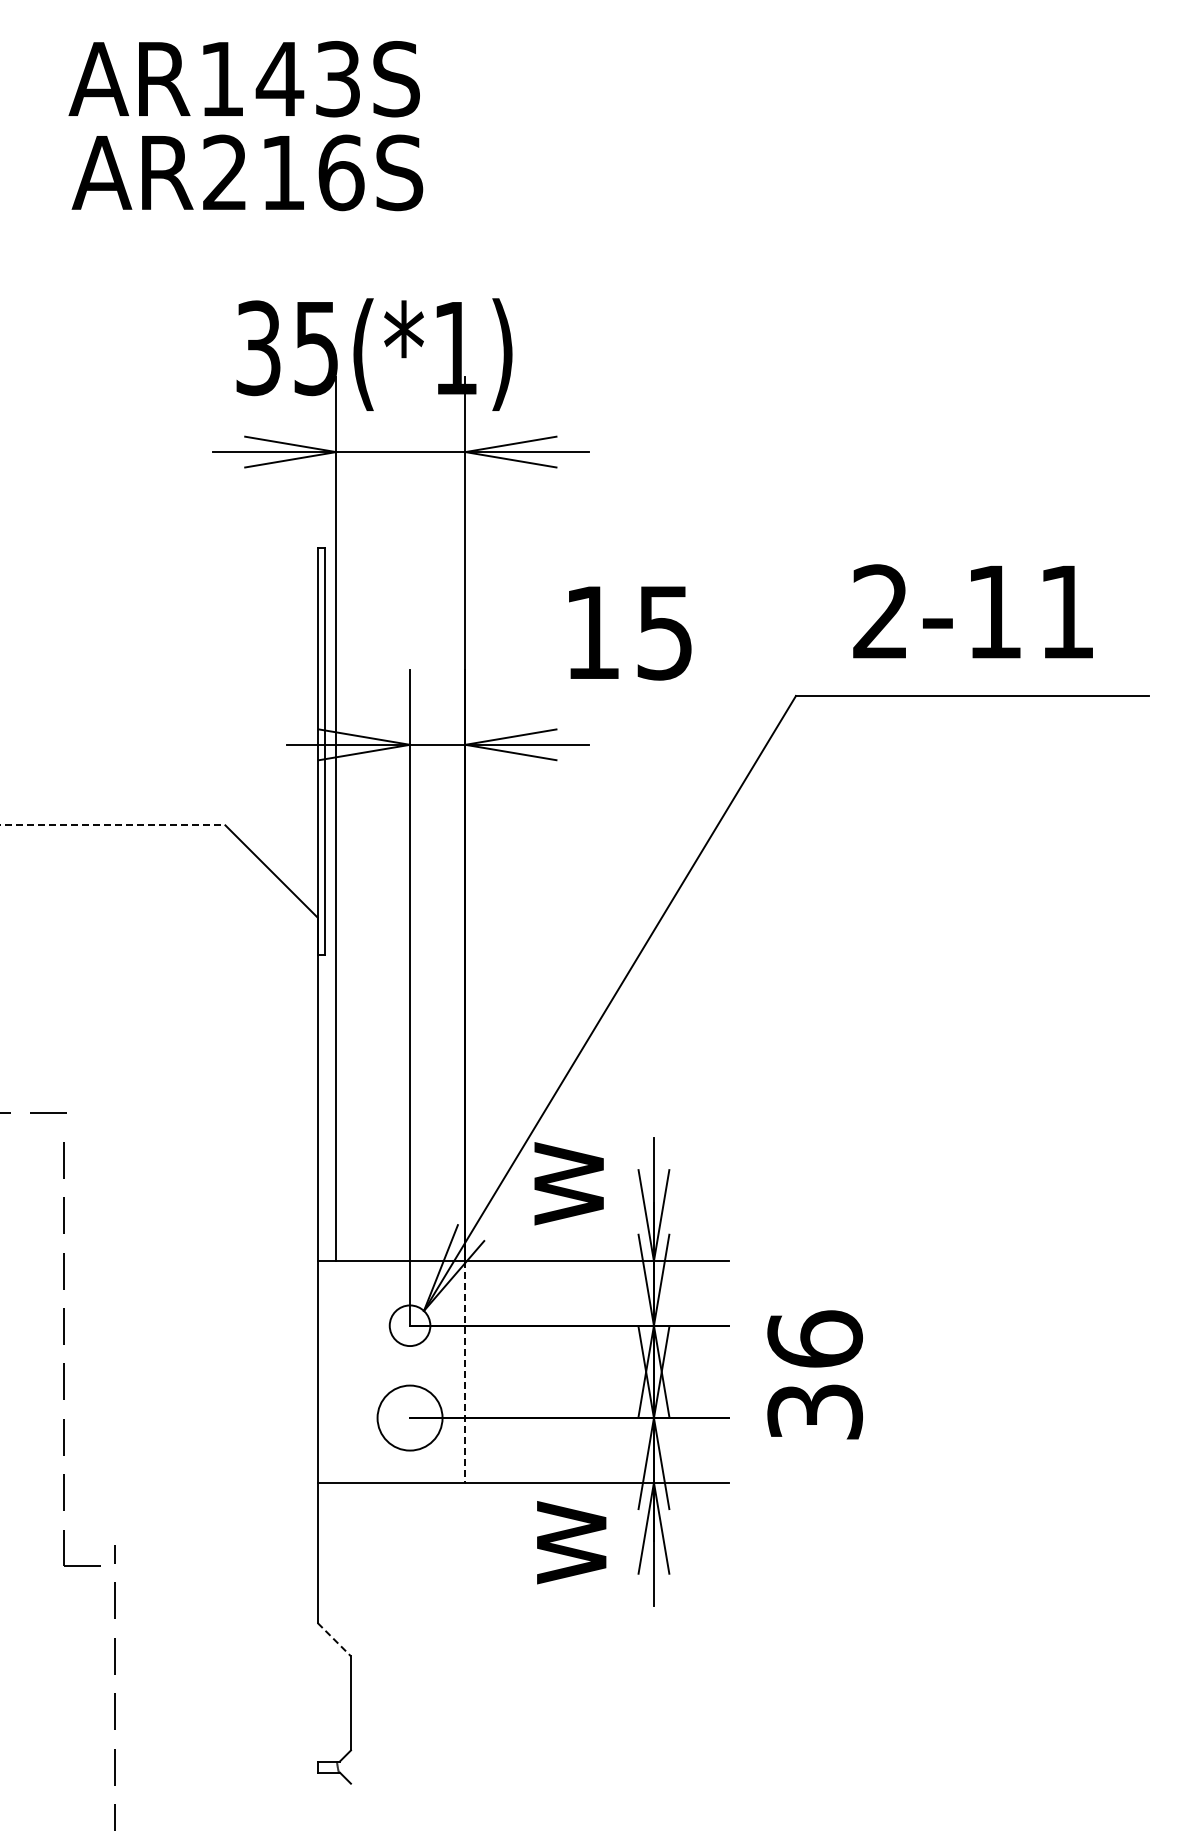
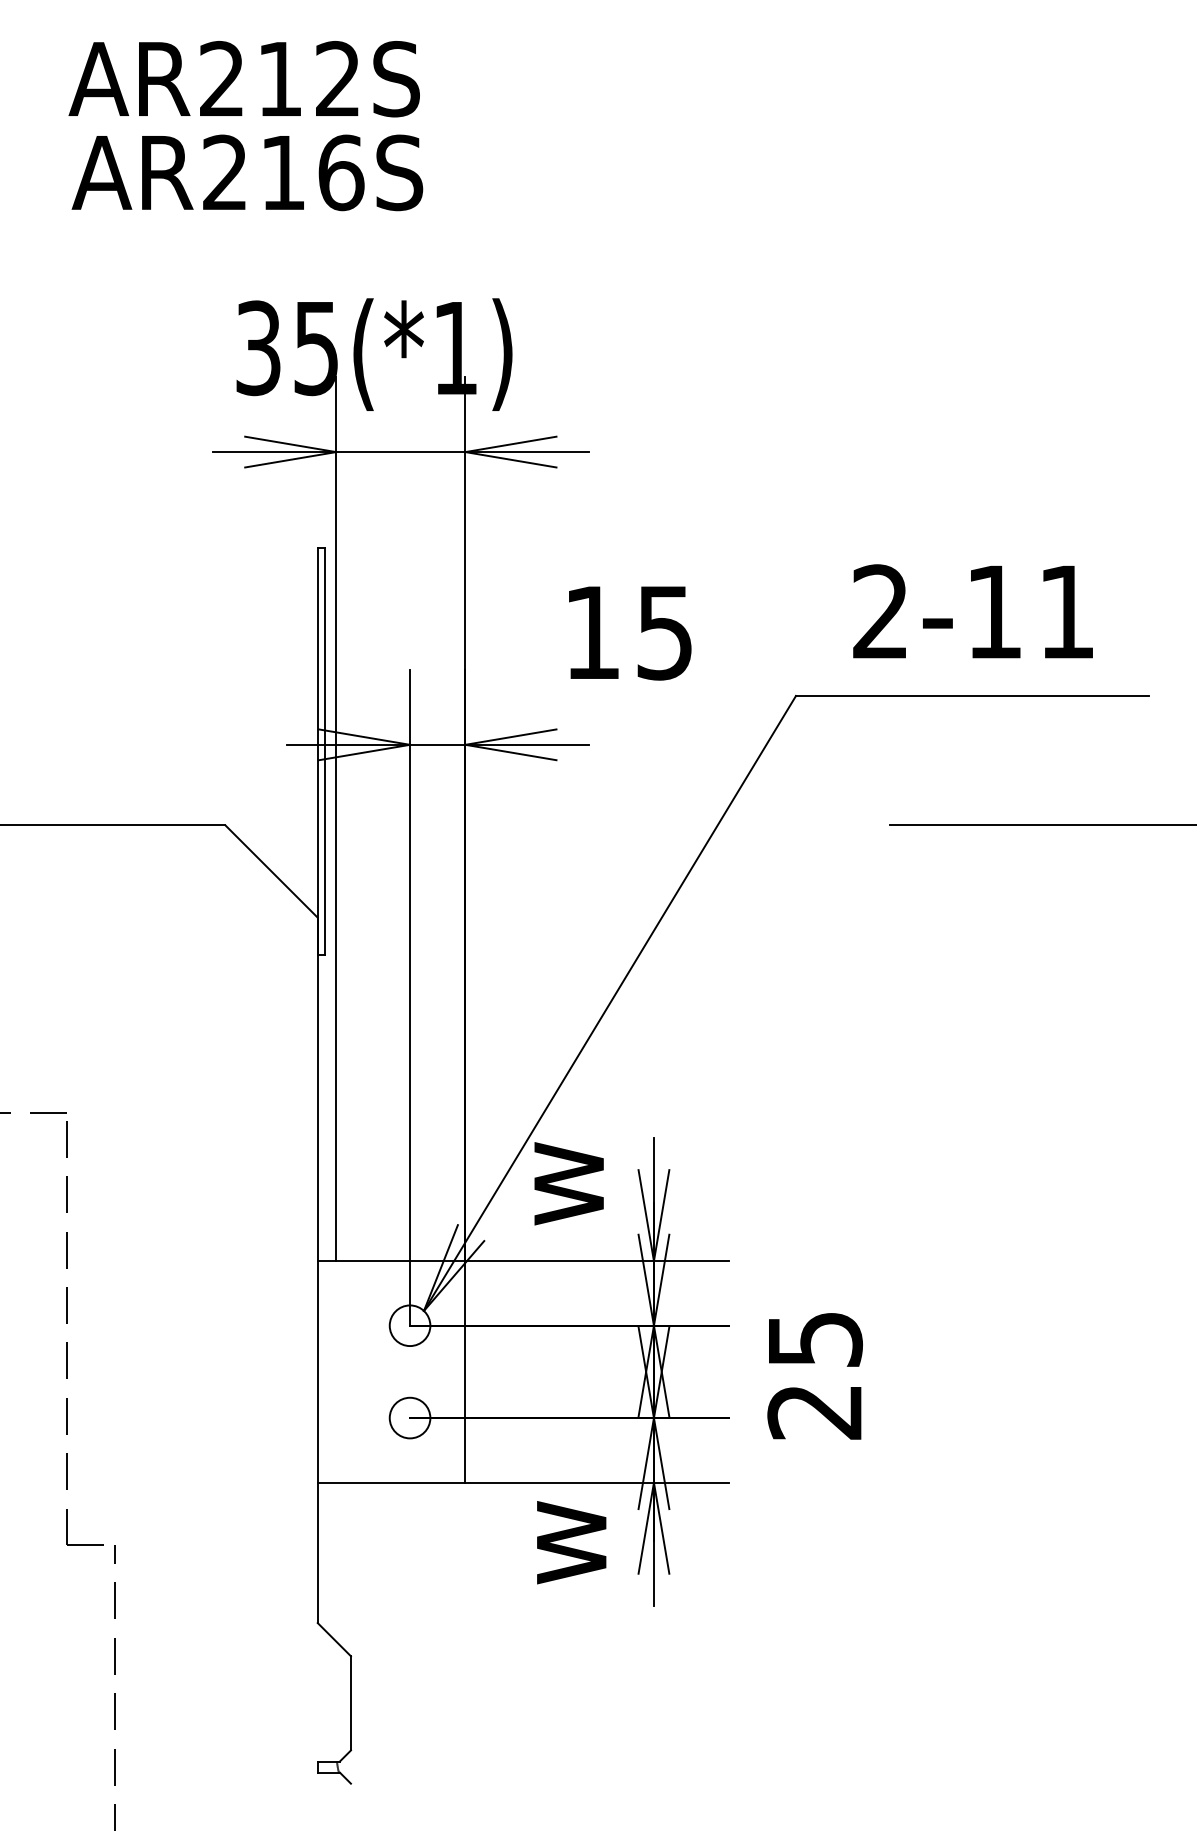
text at (279, 78): AR143S -> AR212S
line at (113, 825): dashed -> solid
line at (1041, 825): none -> present
part at (64, 1363) position: (64, 1363) -> (67, 1342)
line at (465, 1371): dashed -> solid
text at (814, 1374): 36 -> 25
circle at (409, 1417) diameter: 65 px -> 41 px
line at (334, 1639): dashed -> solid
